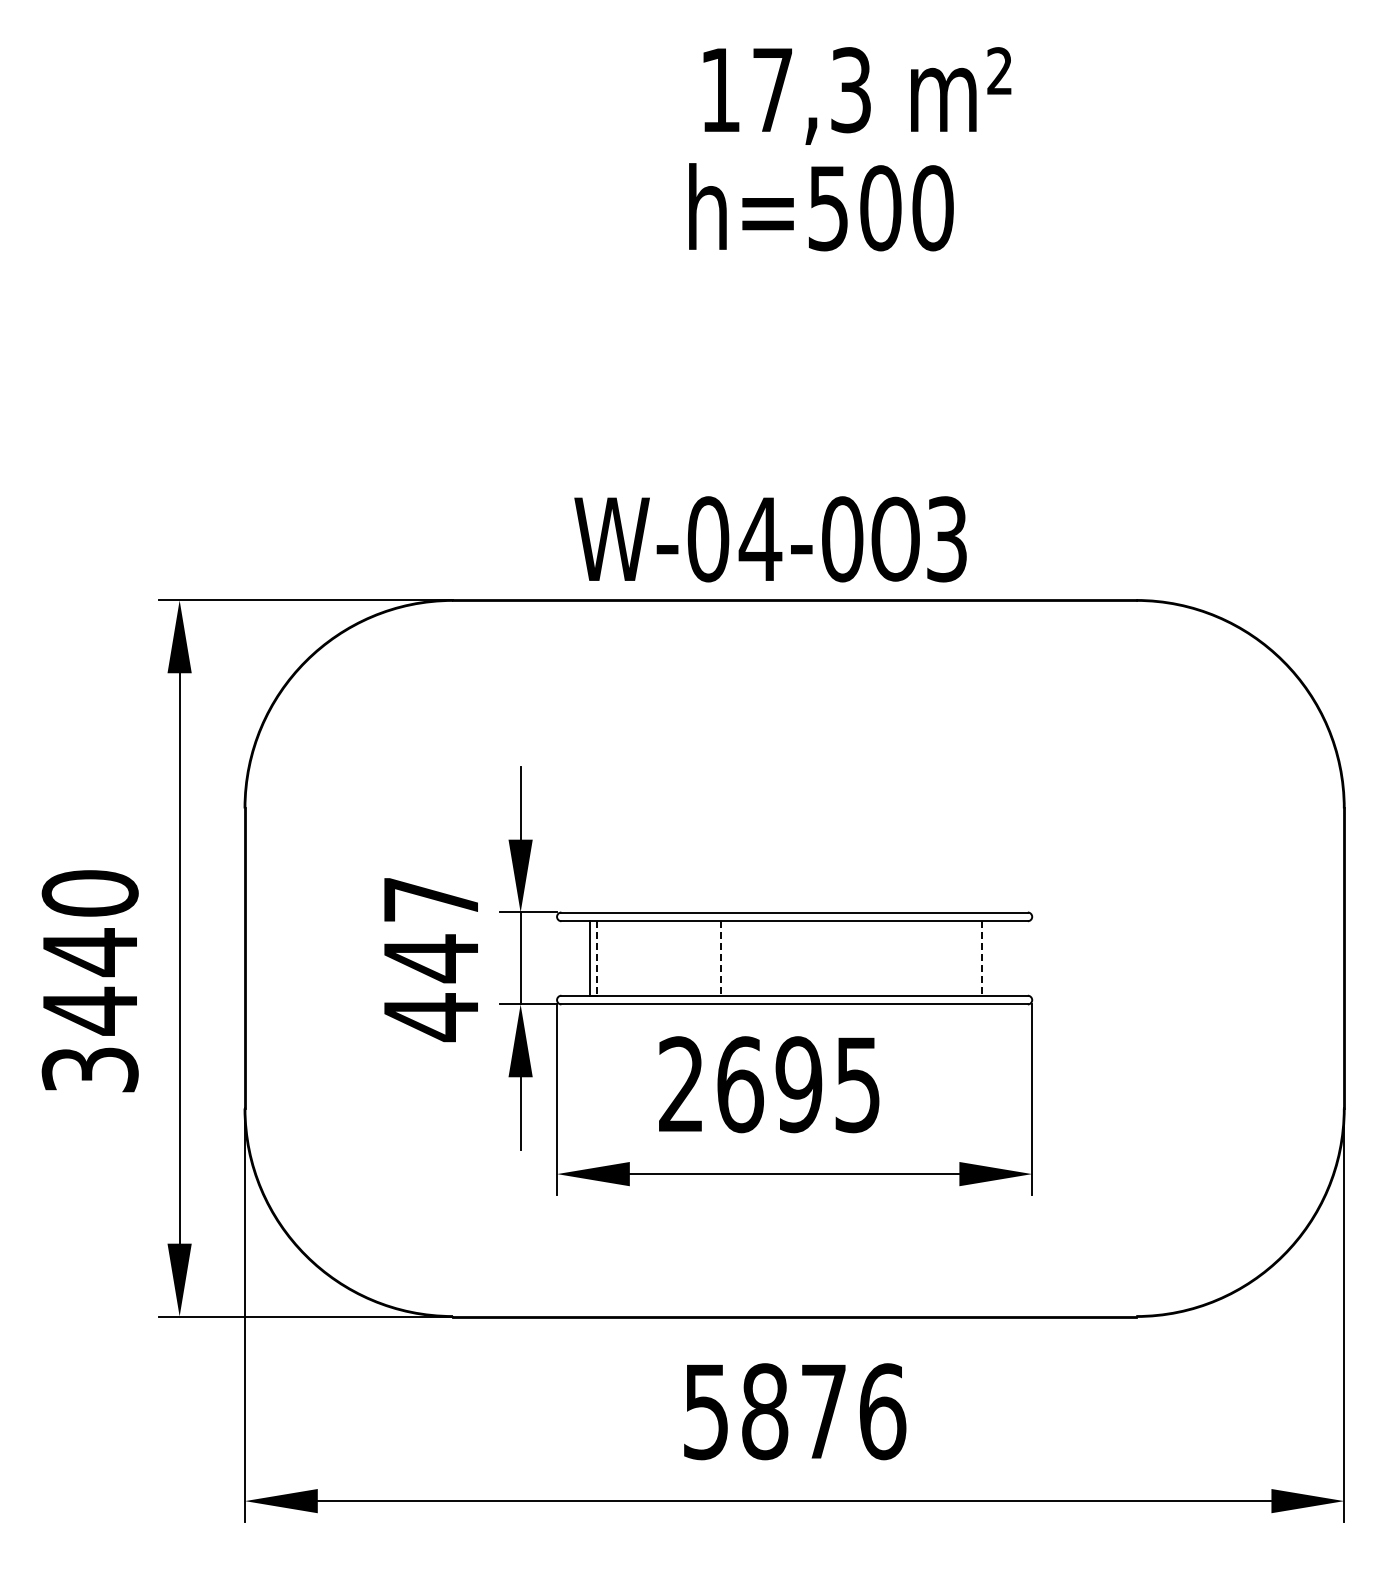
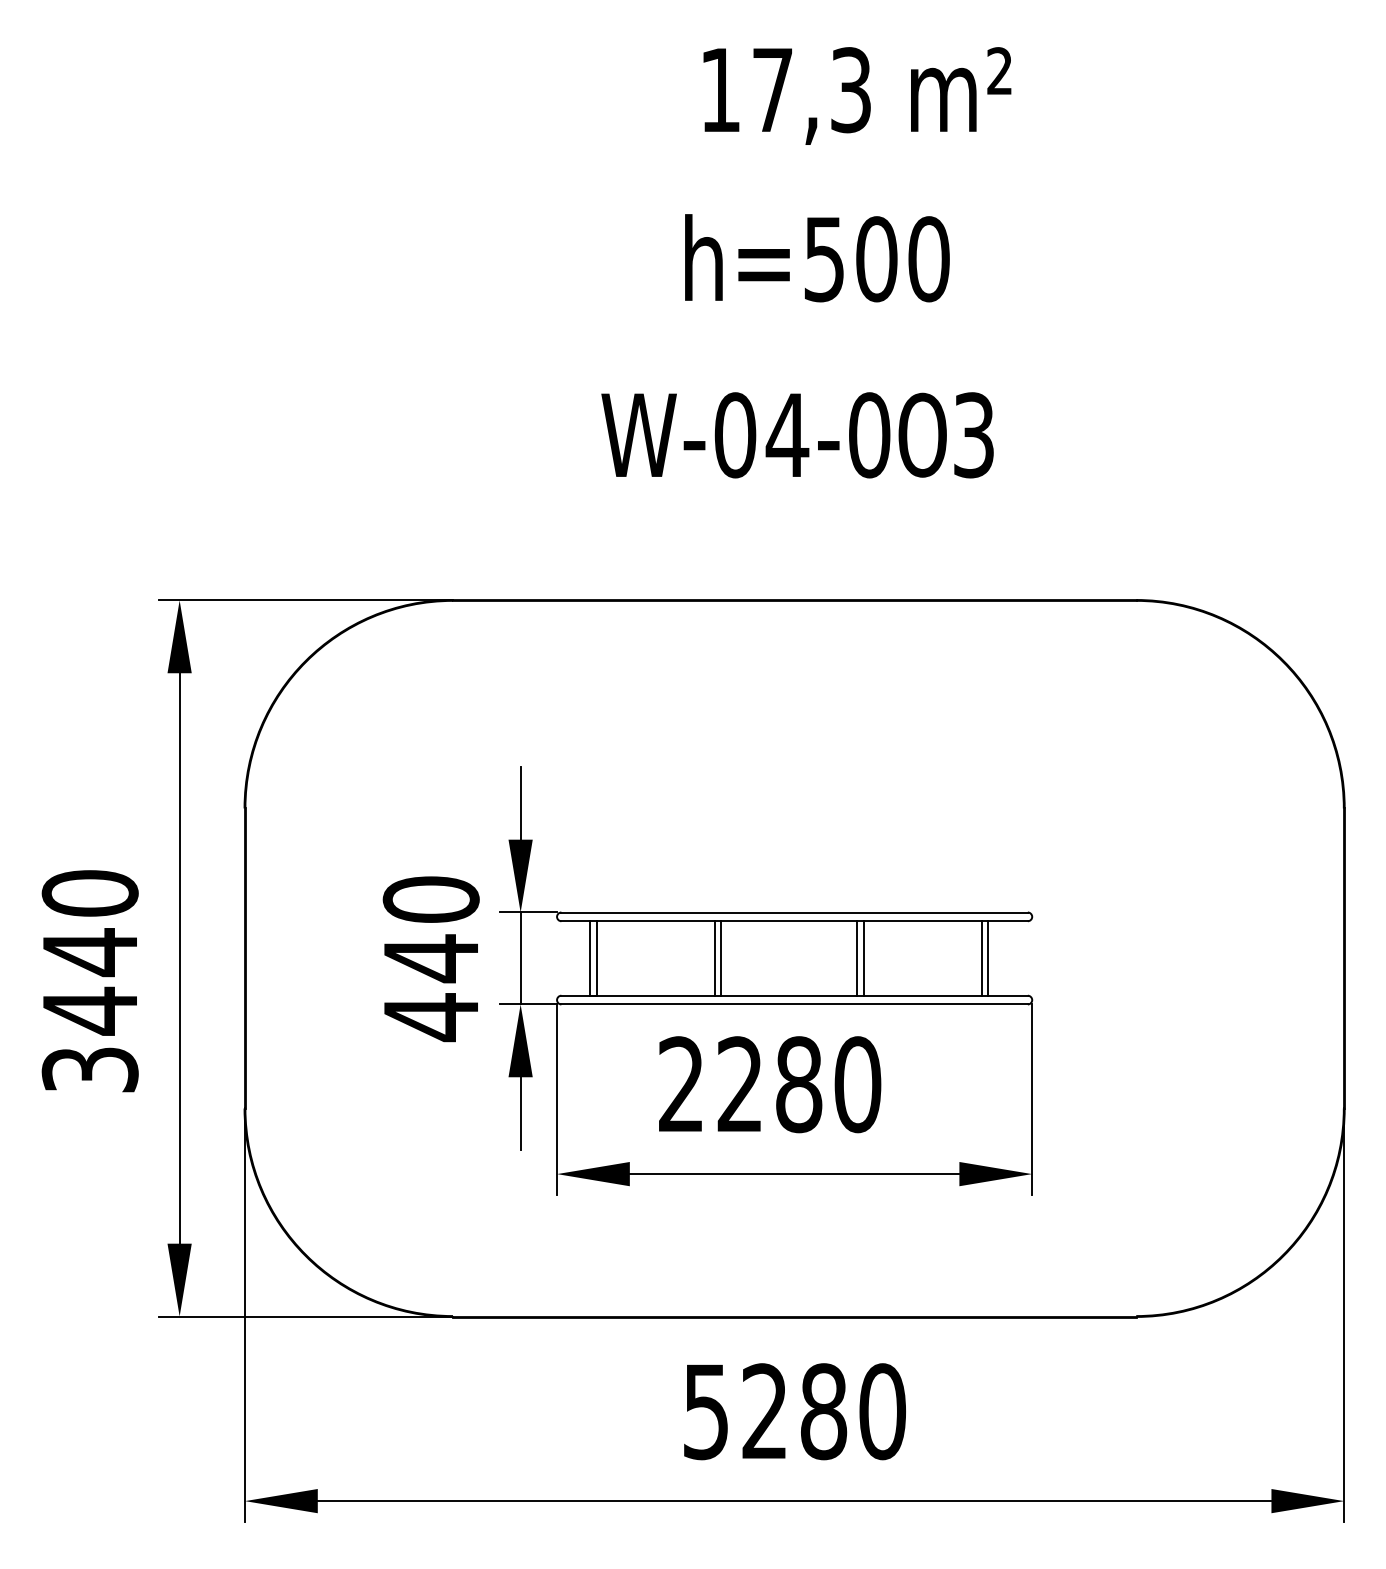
text at (821, 207) position: (821, 207) -> (817, 258)
text at (770, 539) position: (770, 539) -> (797, 435)
text at (430, 899): 447 -> 440
line at (596, 958): dashed -> solid
line at (714, 958): none -> present
line at (721, 958): dashed -> solid
line at (856, 958): none -> present
line at (863, 958): none -> present
line at (981, 958): dashed -> solid
line at (988, 958): none -> present
text at (799, 1084): 2695 -> 2280
text at (824, 1411): 5876 -> 5280
